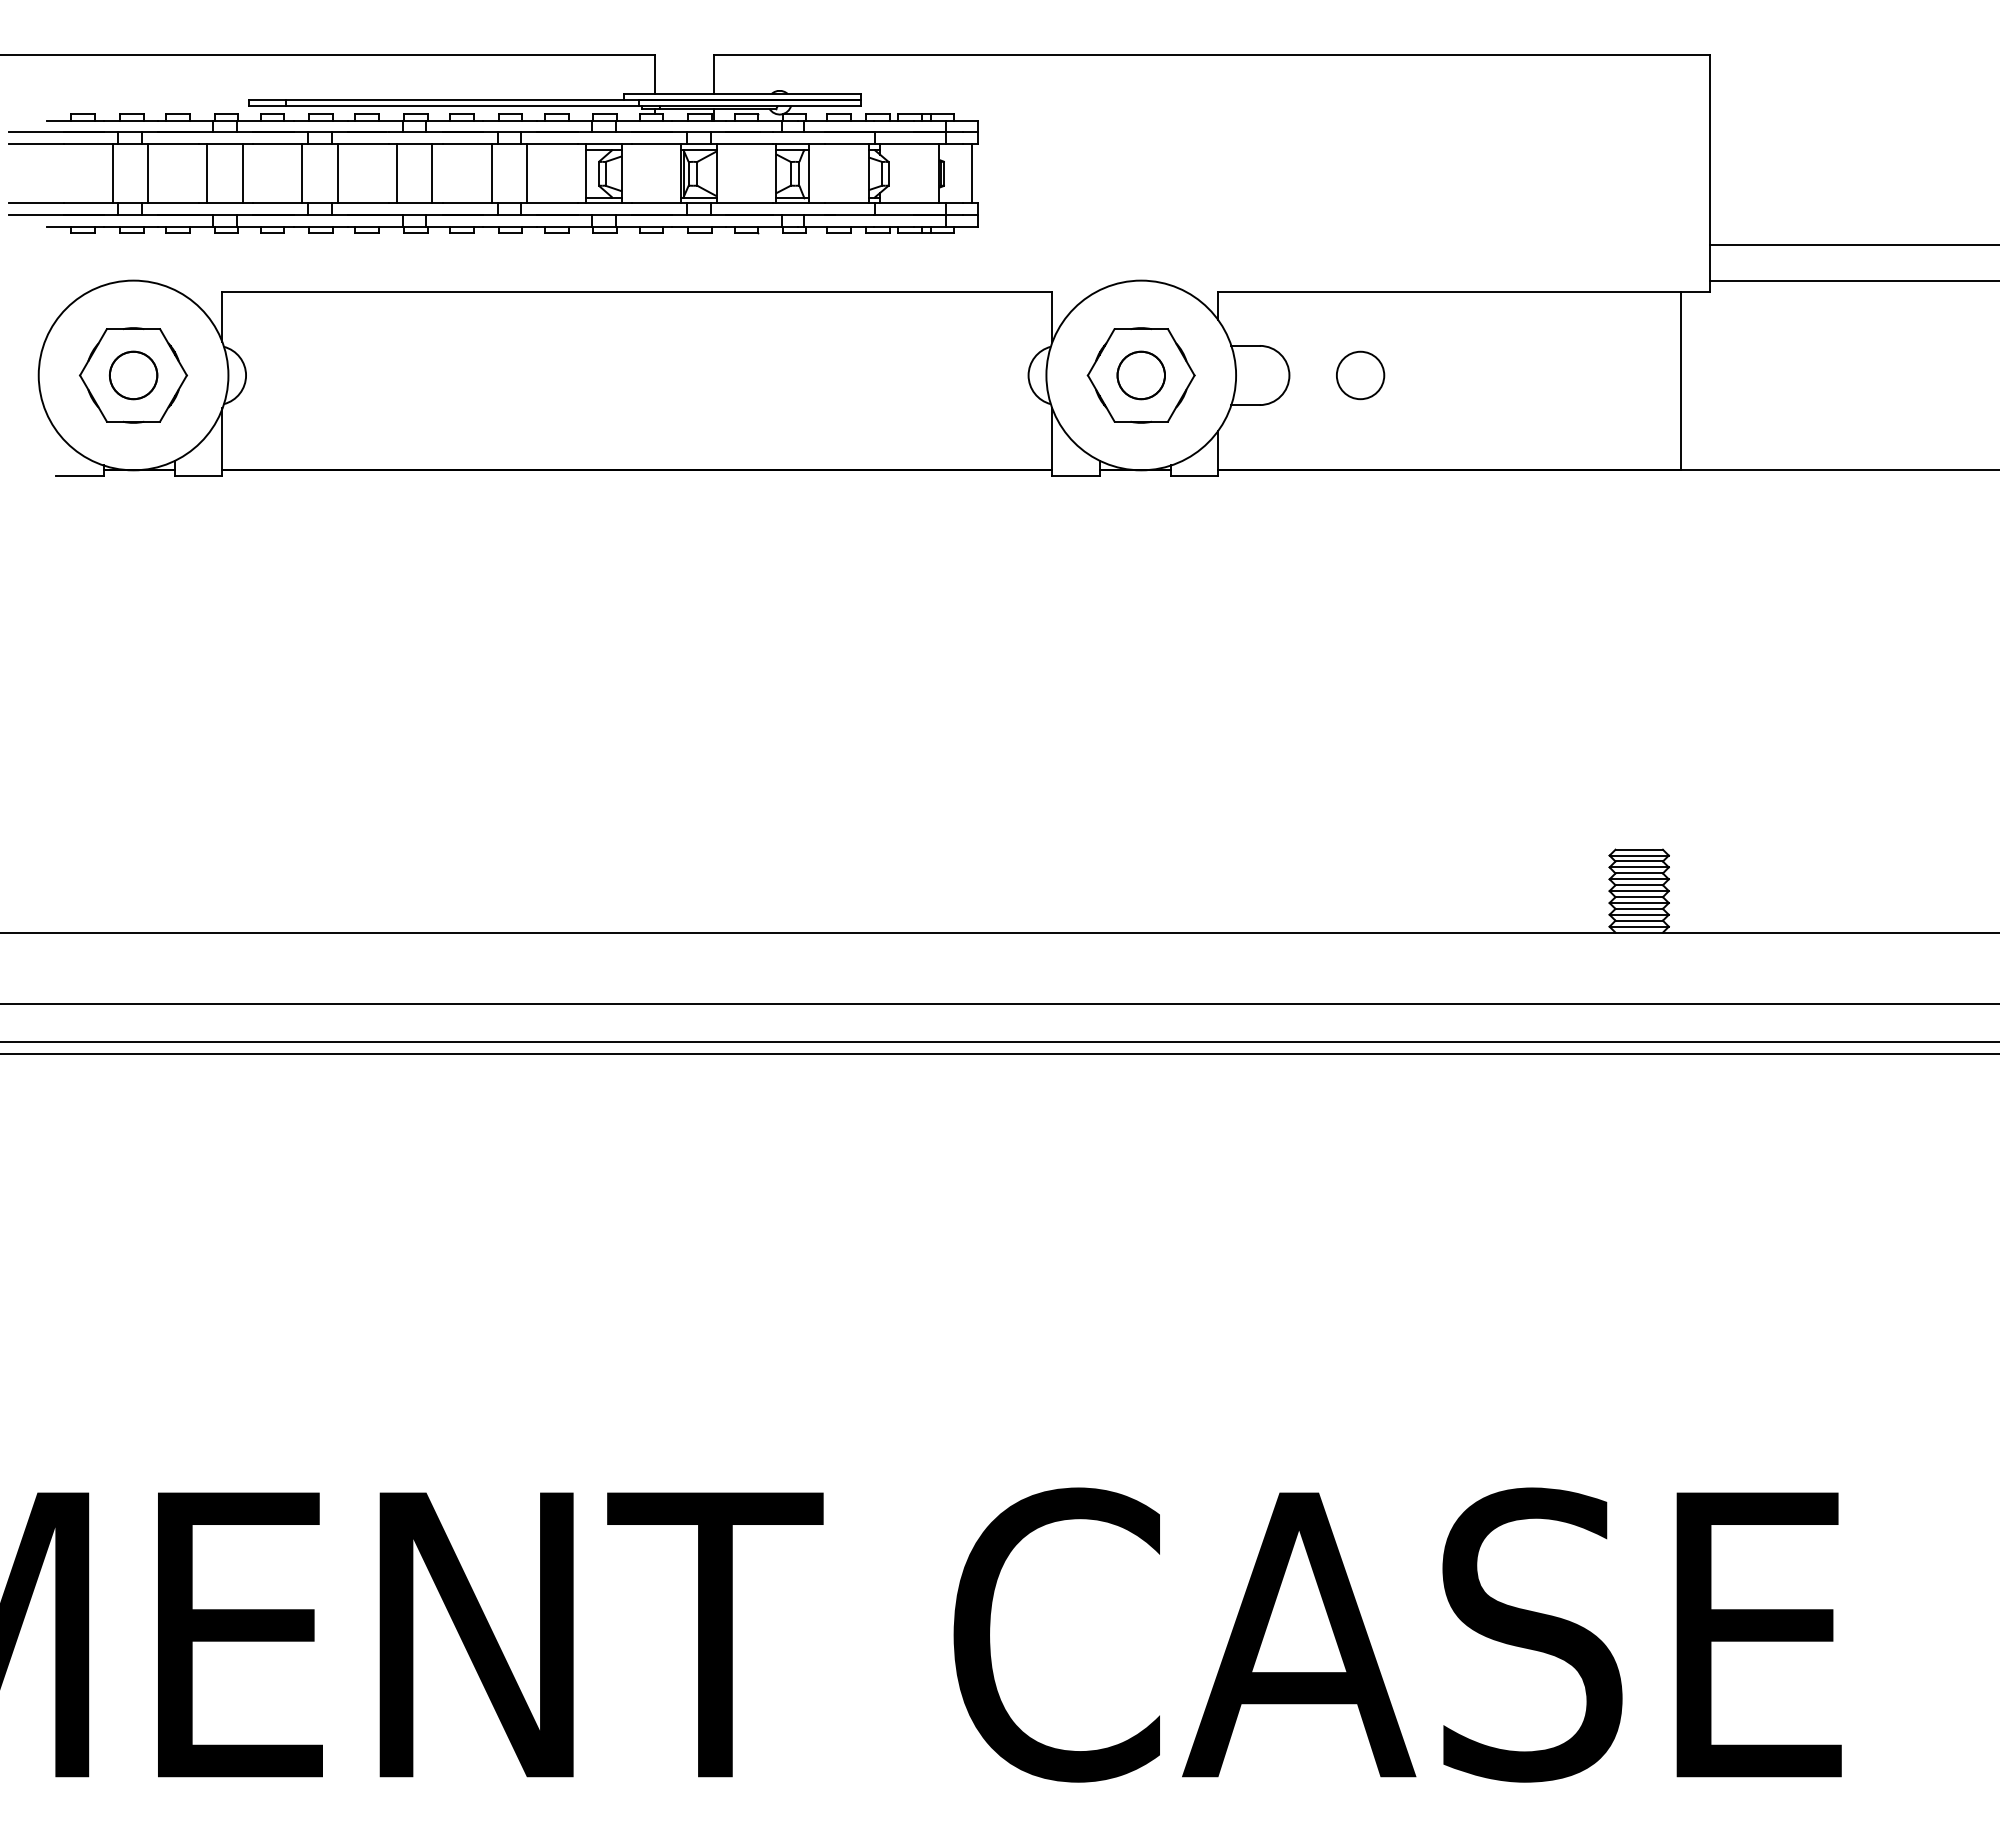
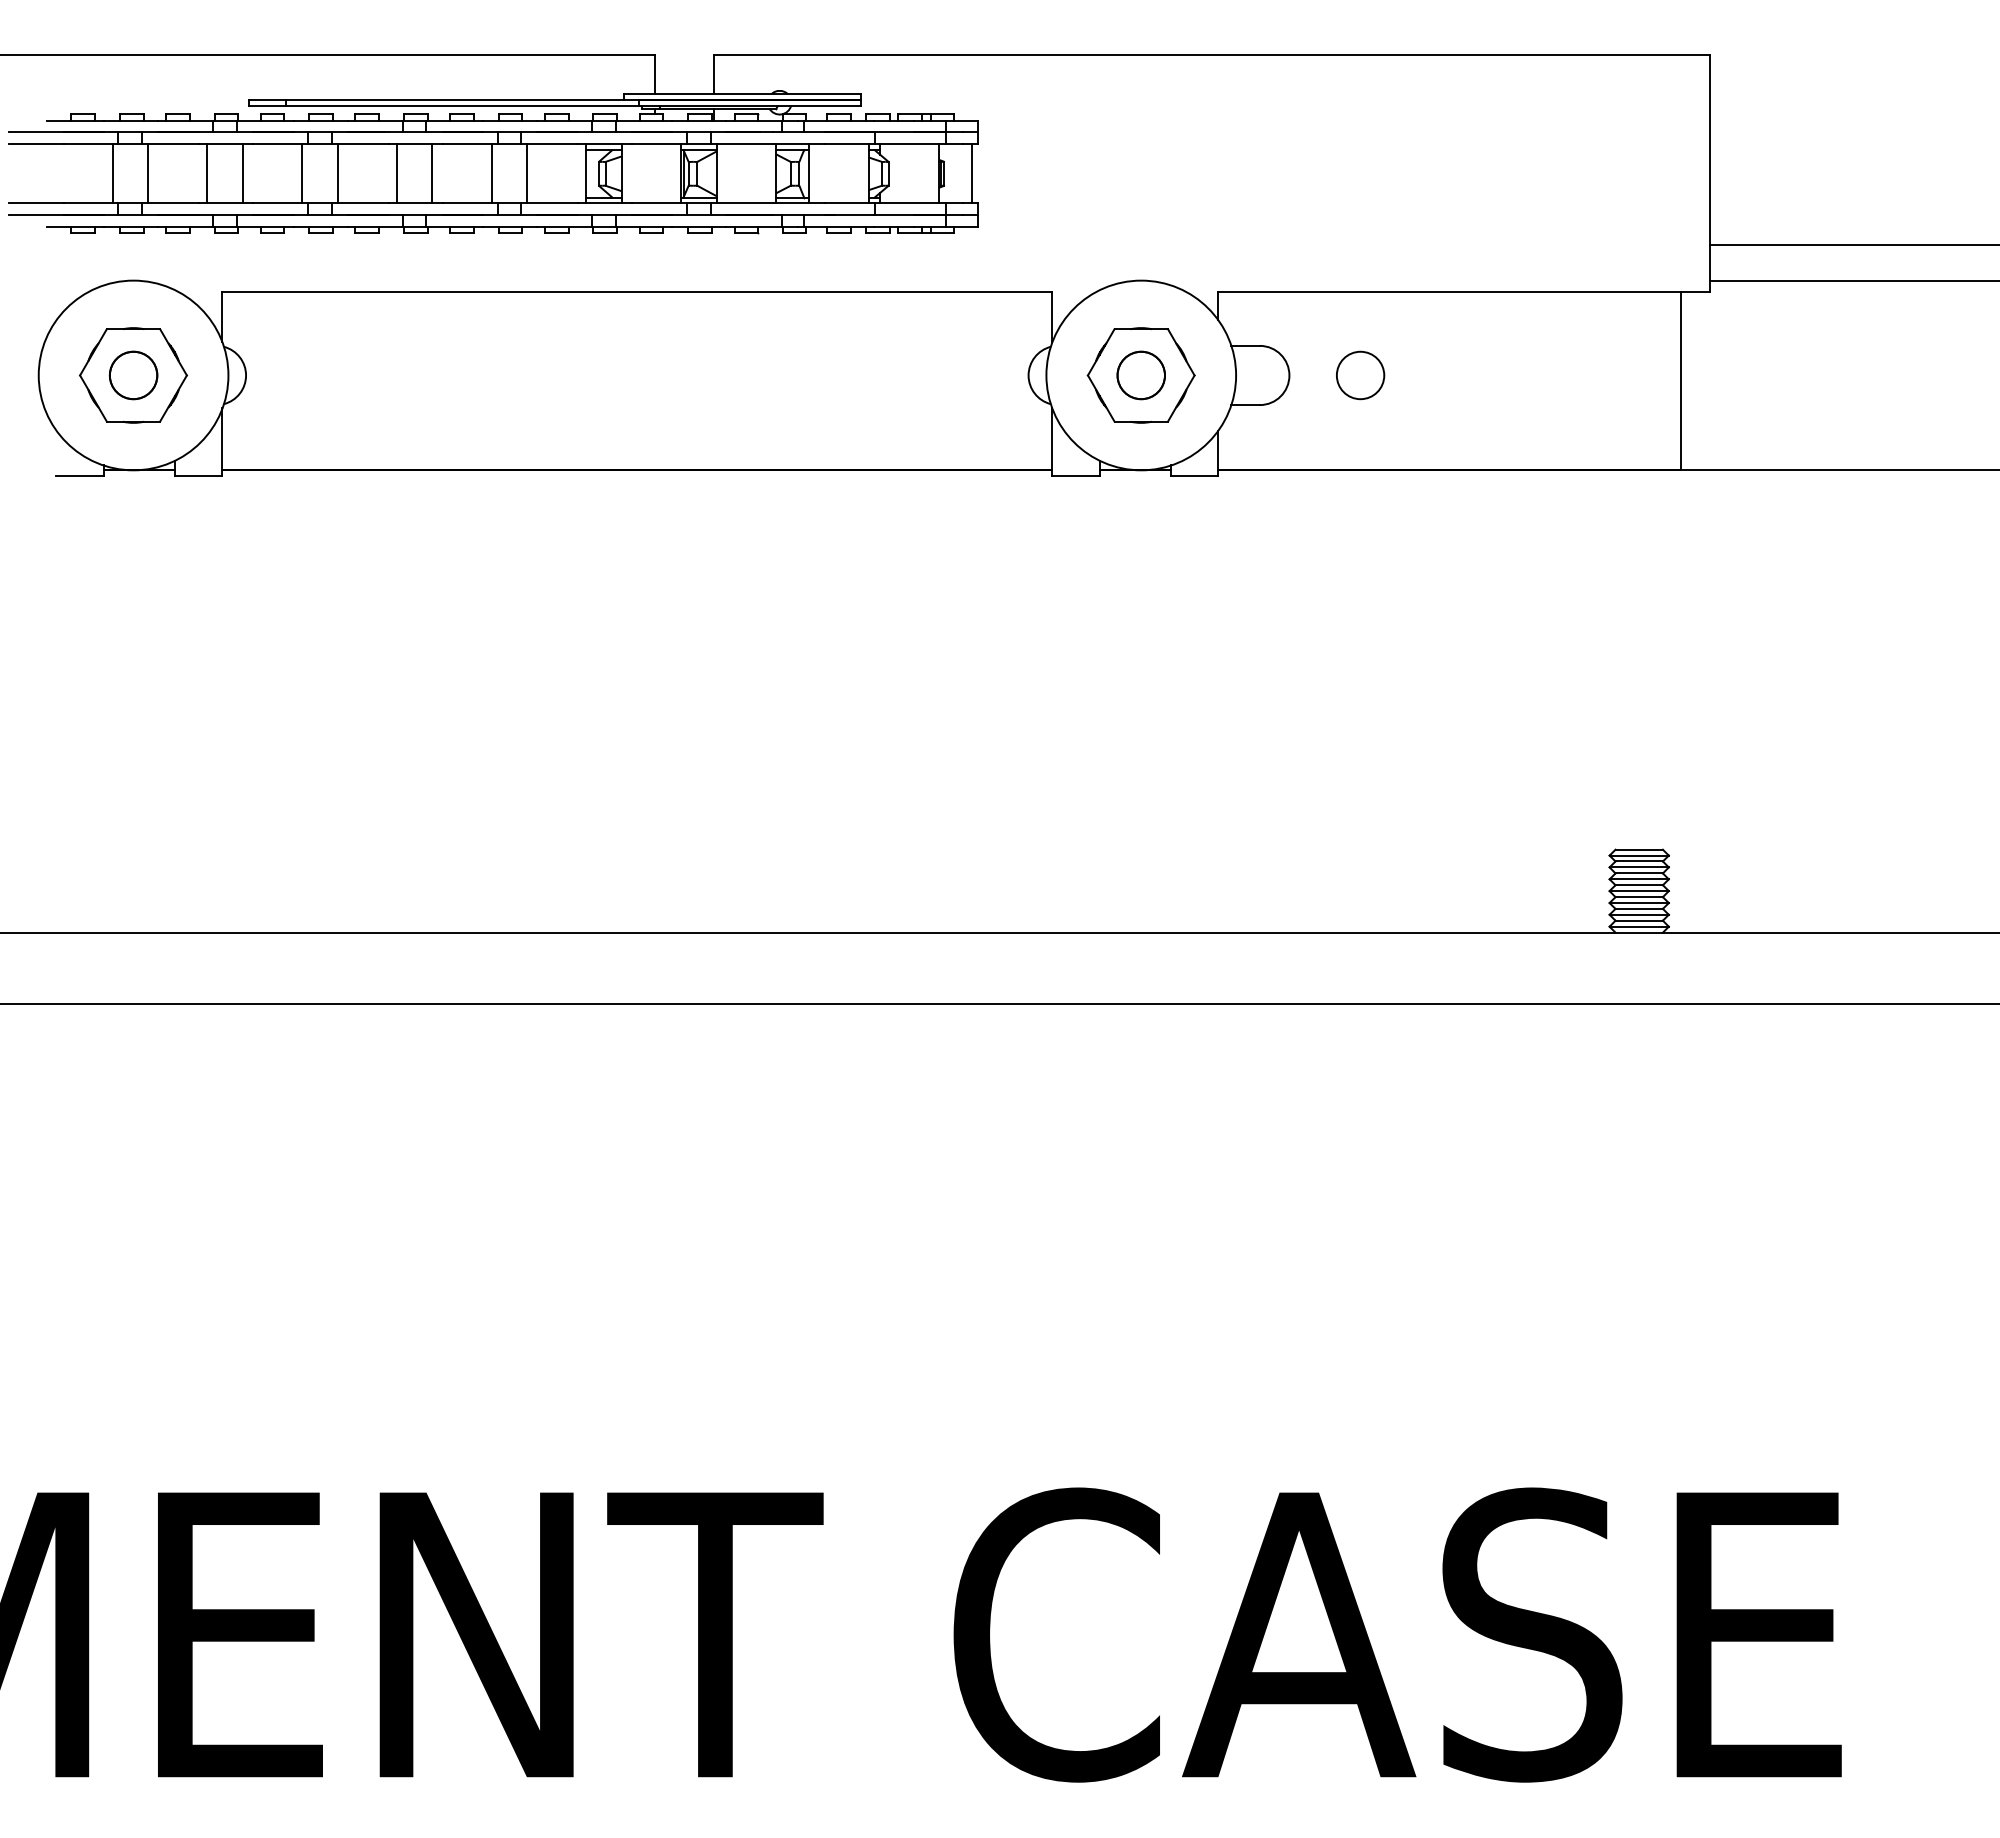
line at (999, 1042): present -> none
line at (999, 1053): present -> none
